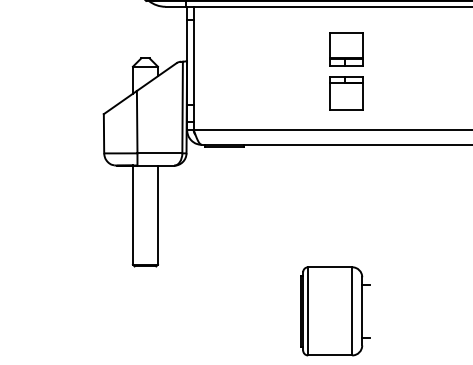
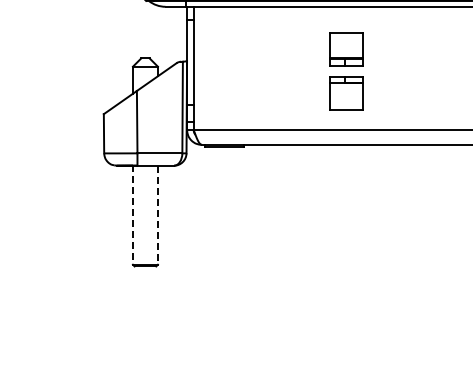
line at (132, 215): solid -> dashed
line at (157, 215): solid -> dashed
part at (335, 311): present -> none
